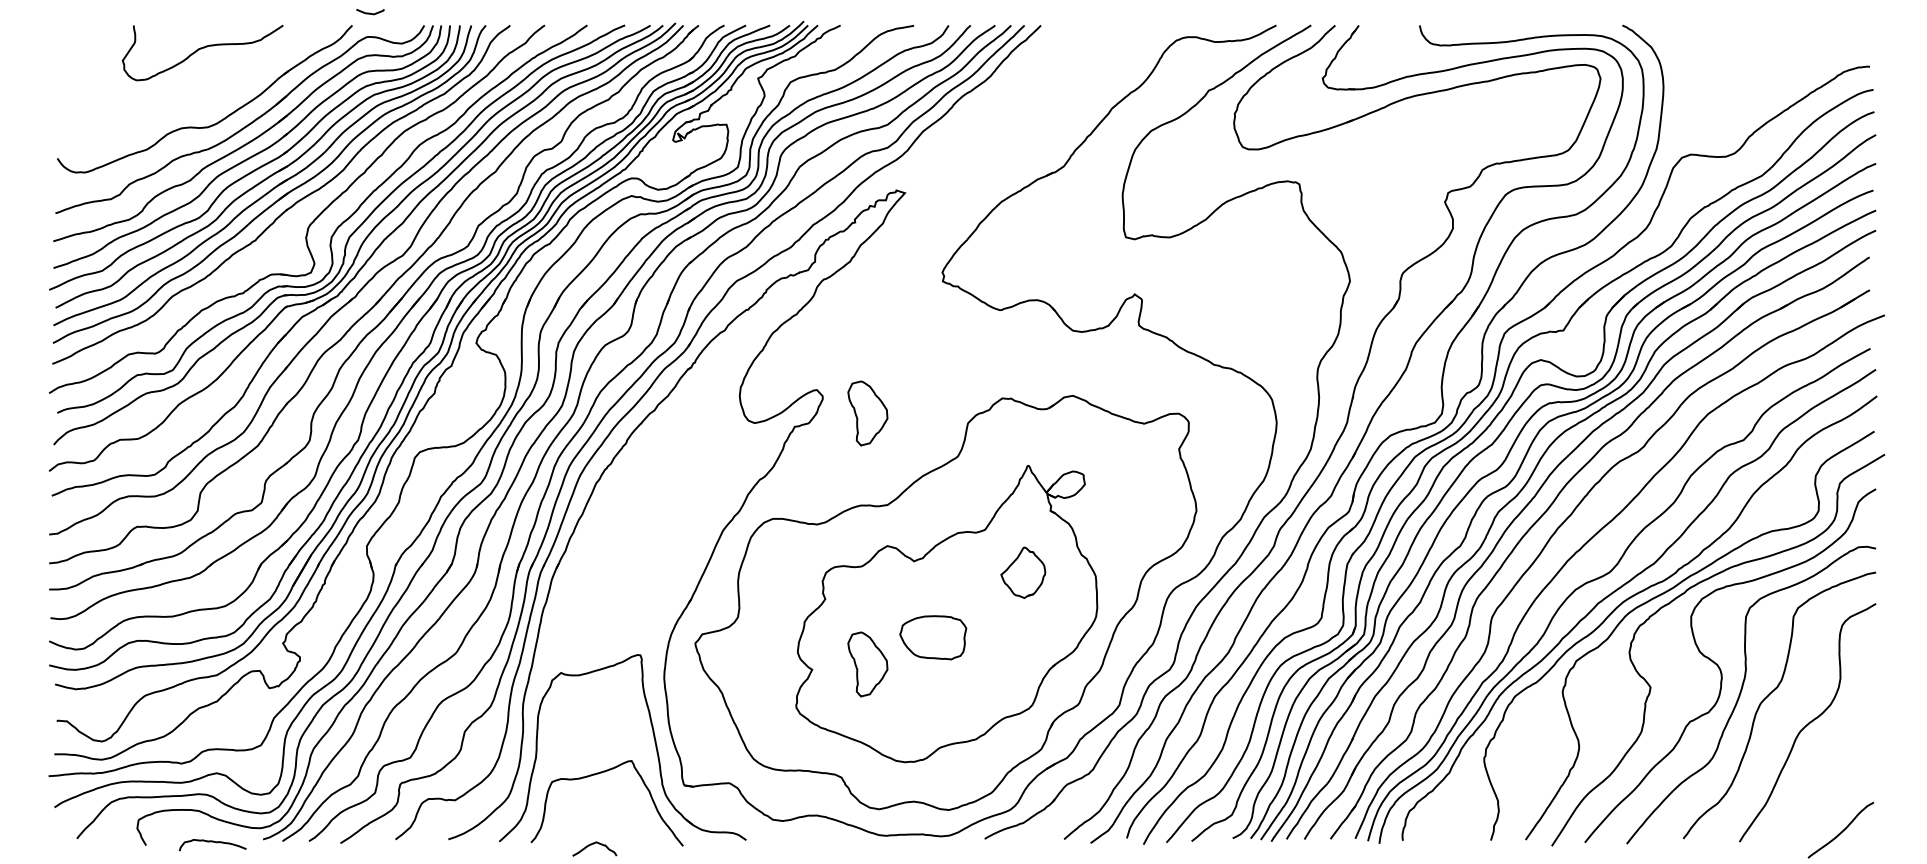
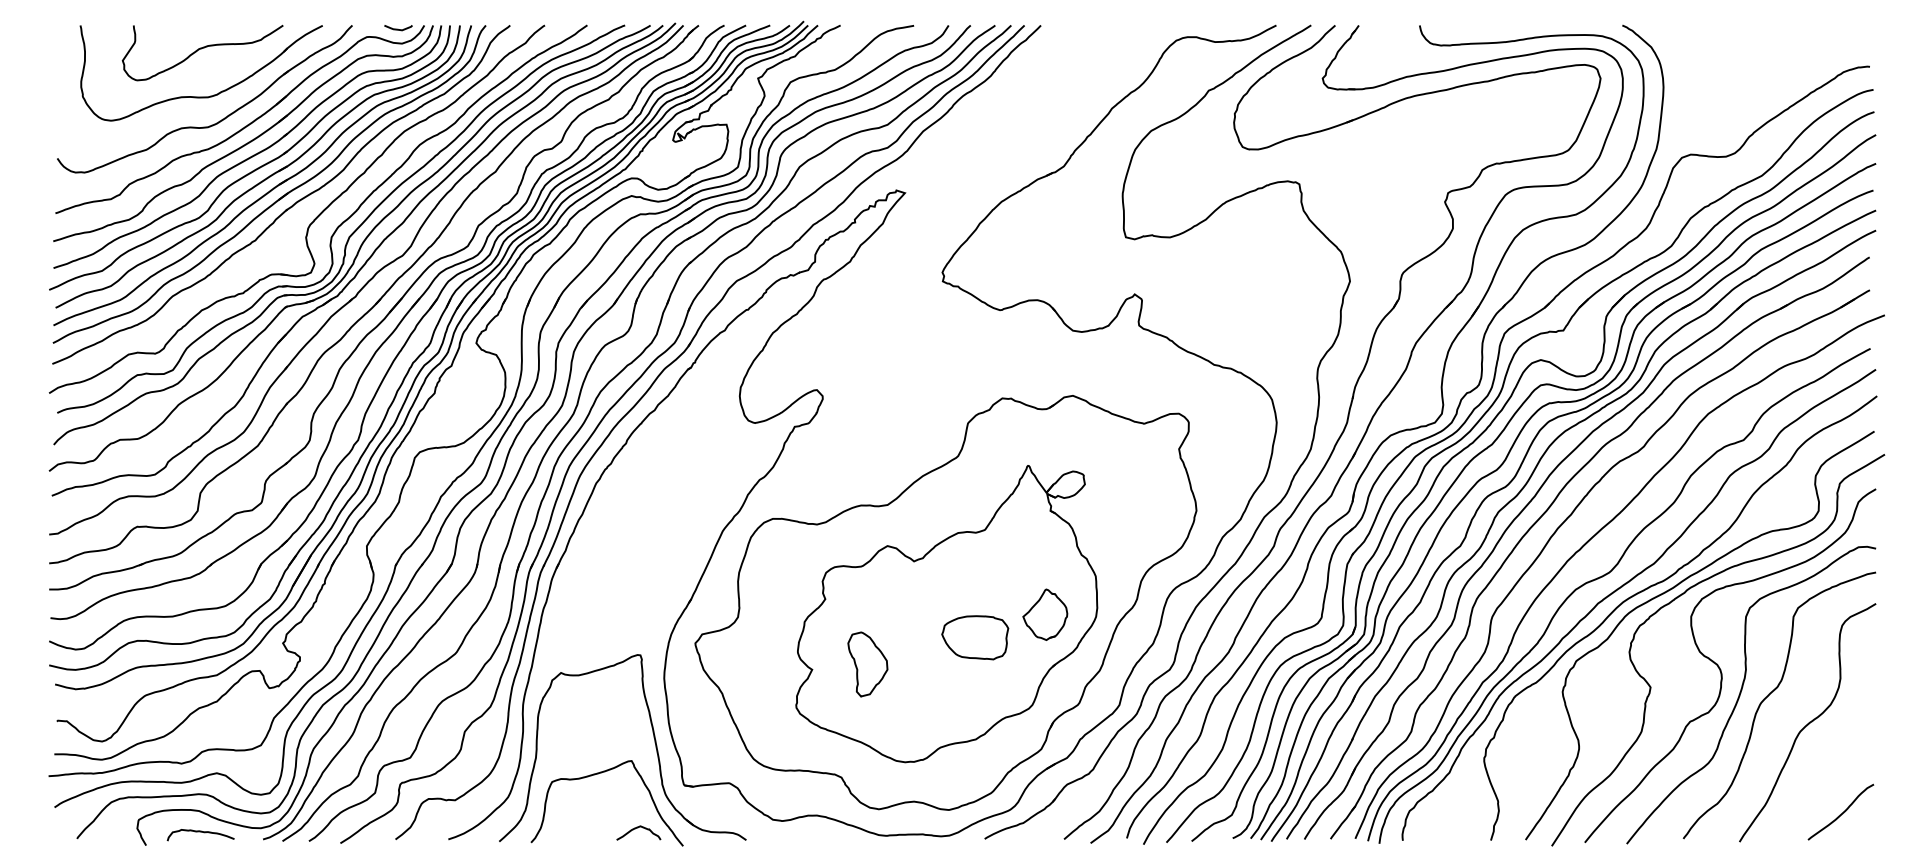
curve at (370, 12) position: (370, 12) -> (398, 28)
part at (200, 96): none -> present
part at (867, 413): present -> none
part at (1023, 572) position: (1023, 572) -> (1045, 614)
part at (933, 637) position: (933, 637) -> (975, 637)
curve at (1842, 830) position: (1842, 830) -> (1842, 812)
curve at (212, 842) position: (212, 842) -> (200, 832)
curve at (594, 844) position: (594, 844) -> (638, 828)
